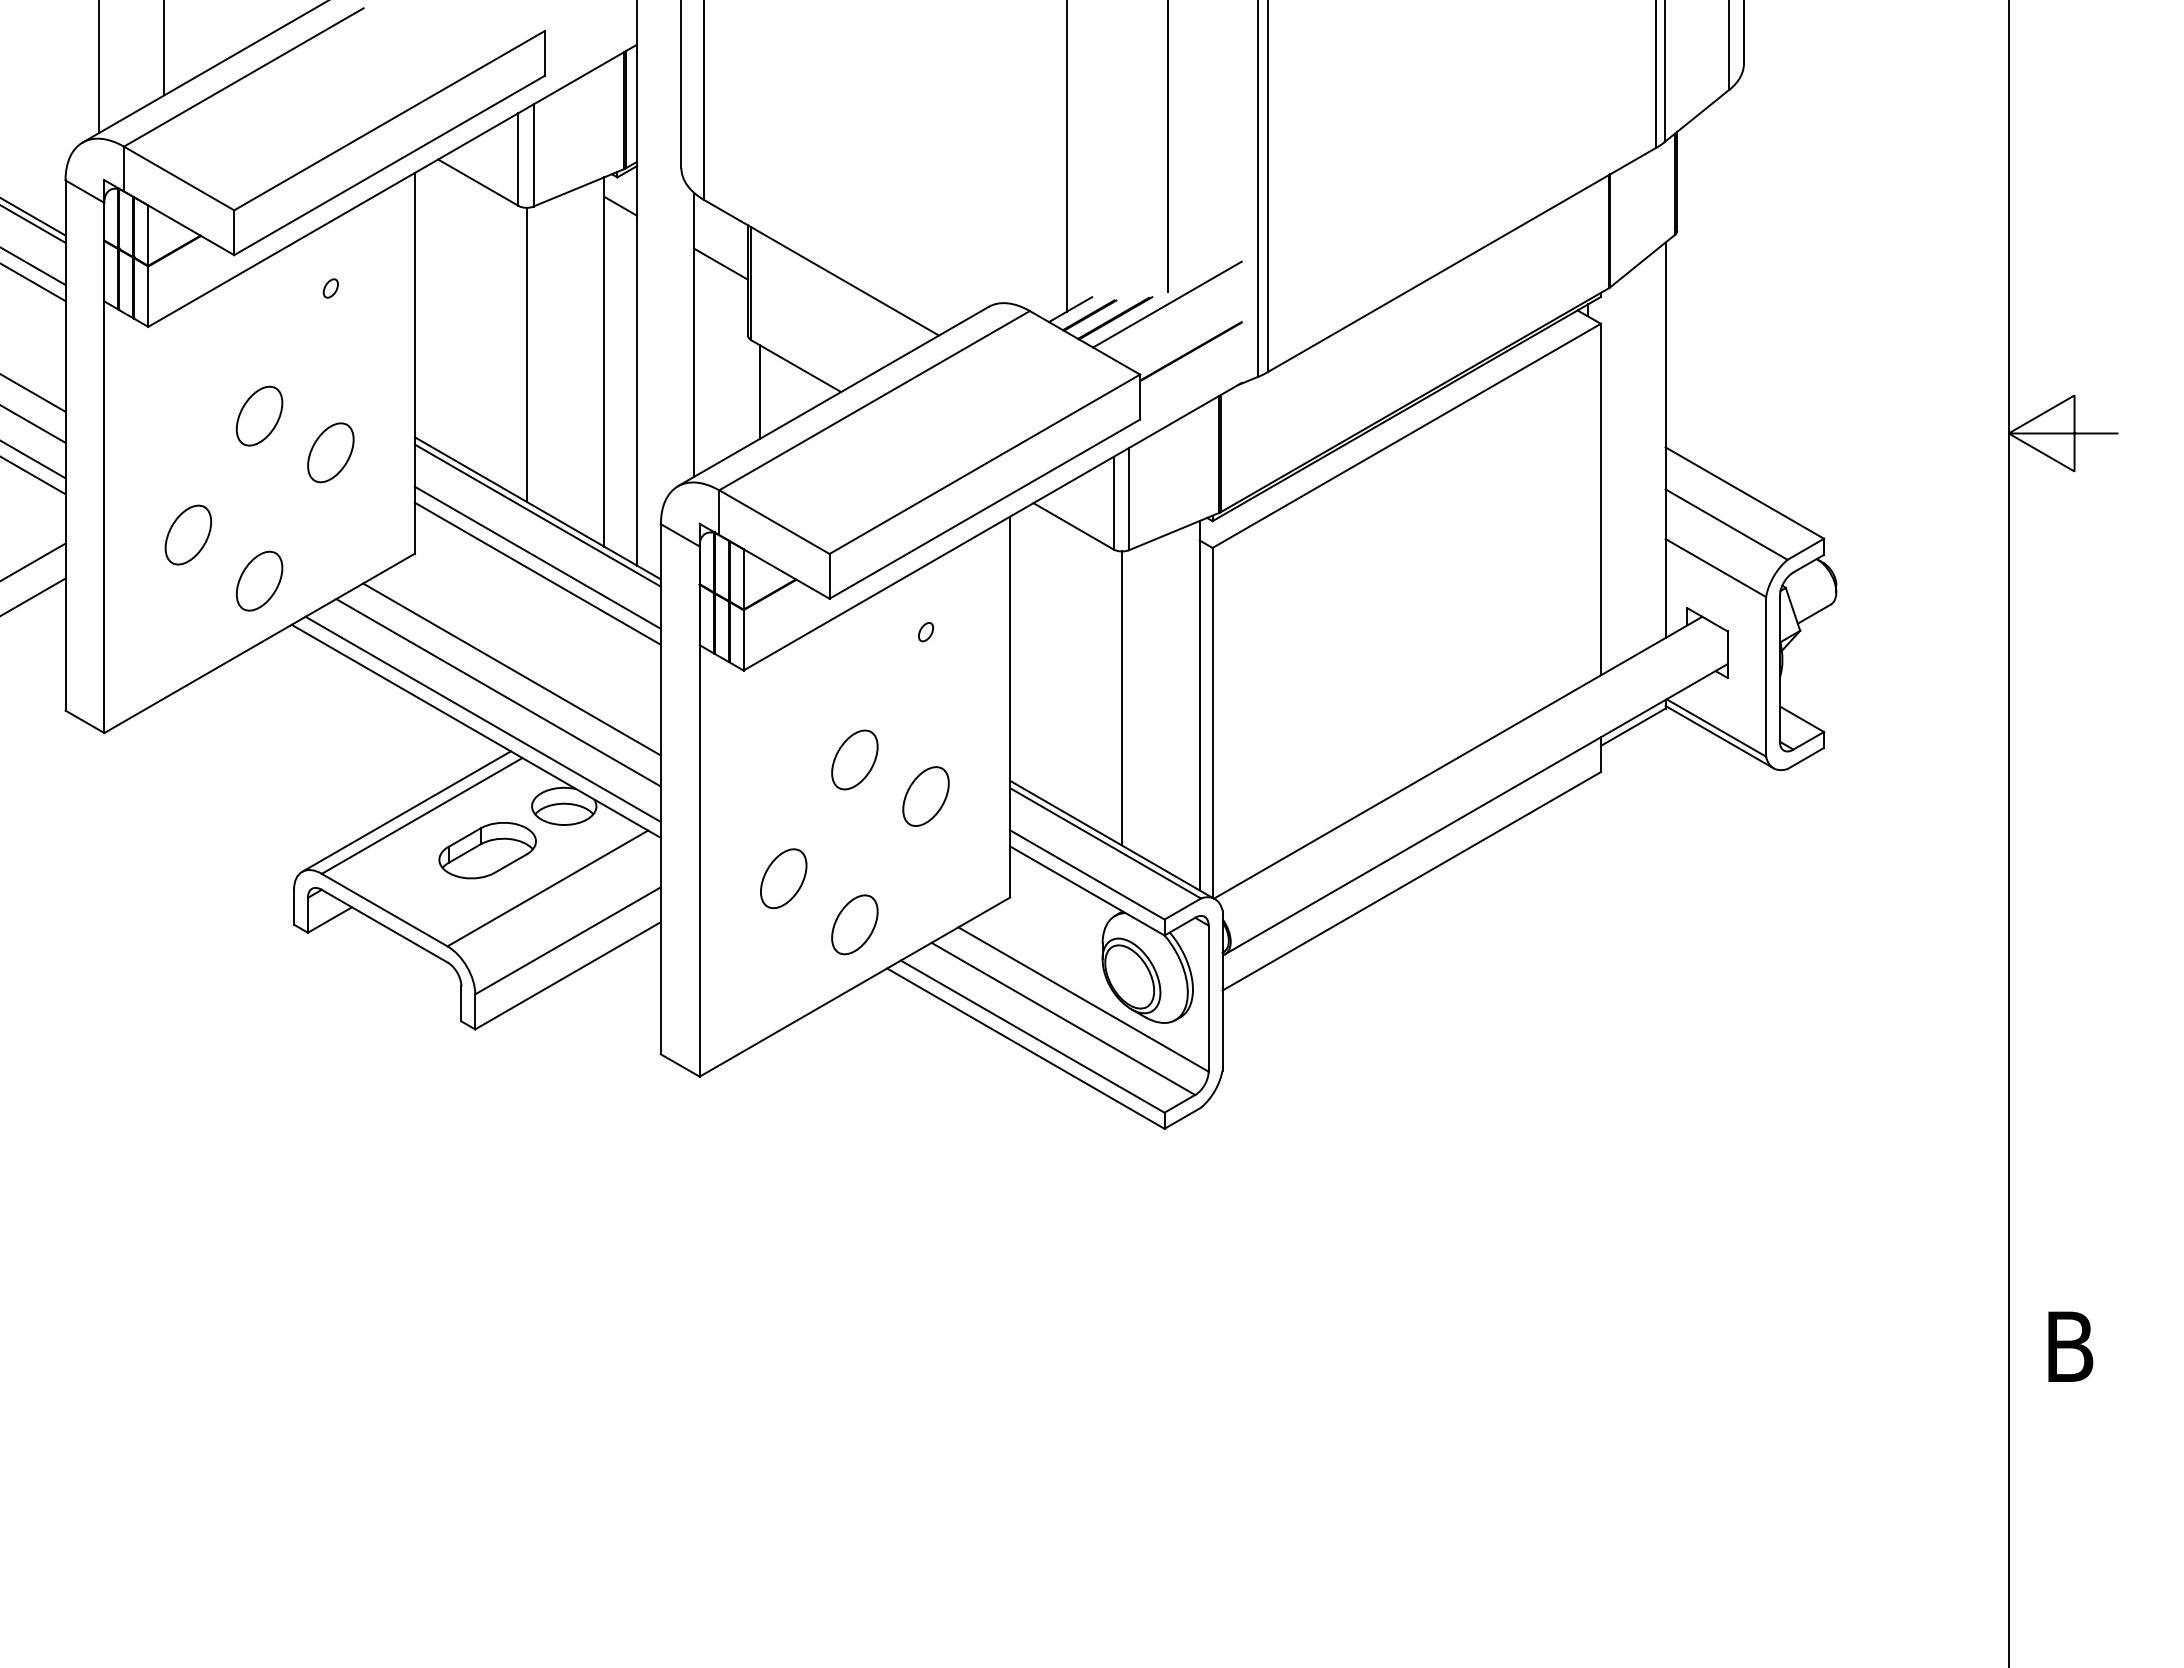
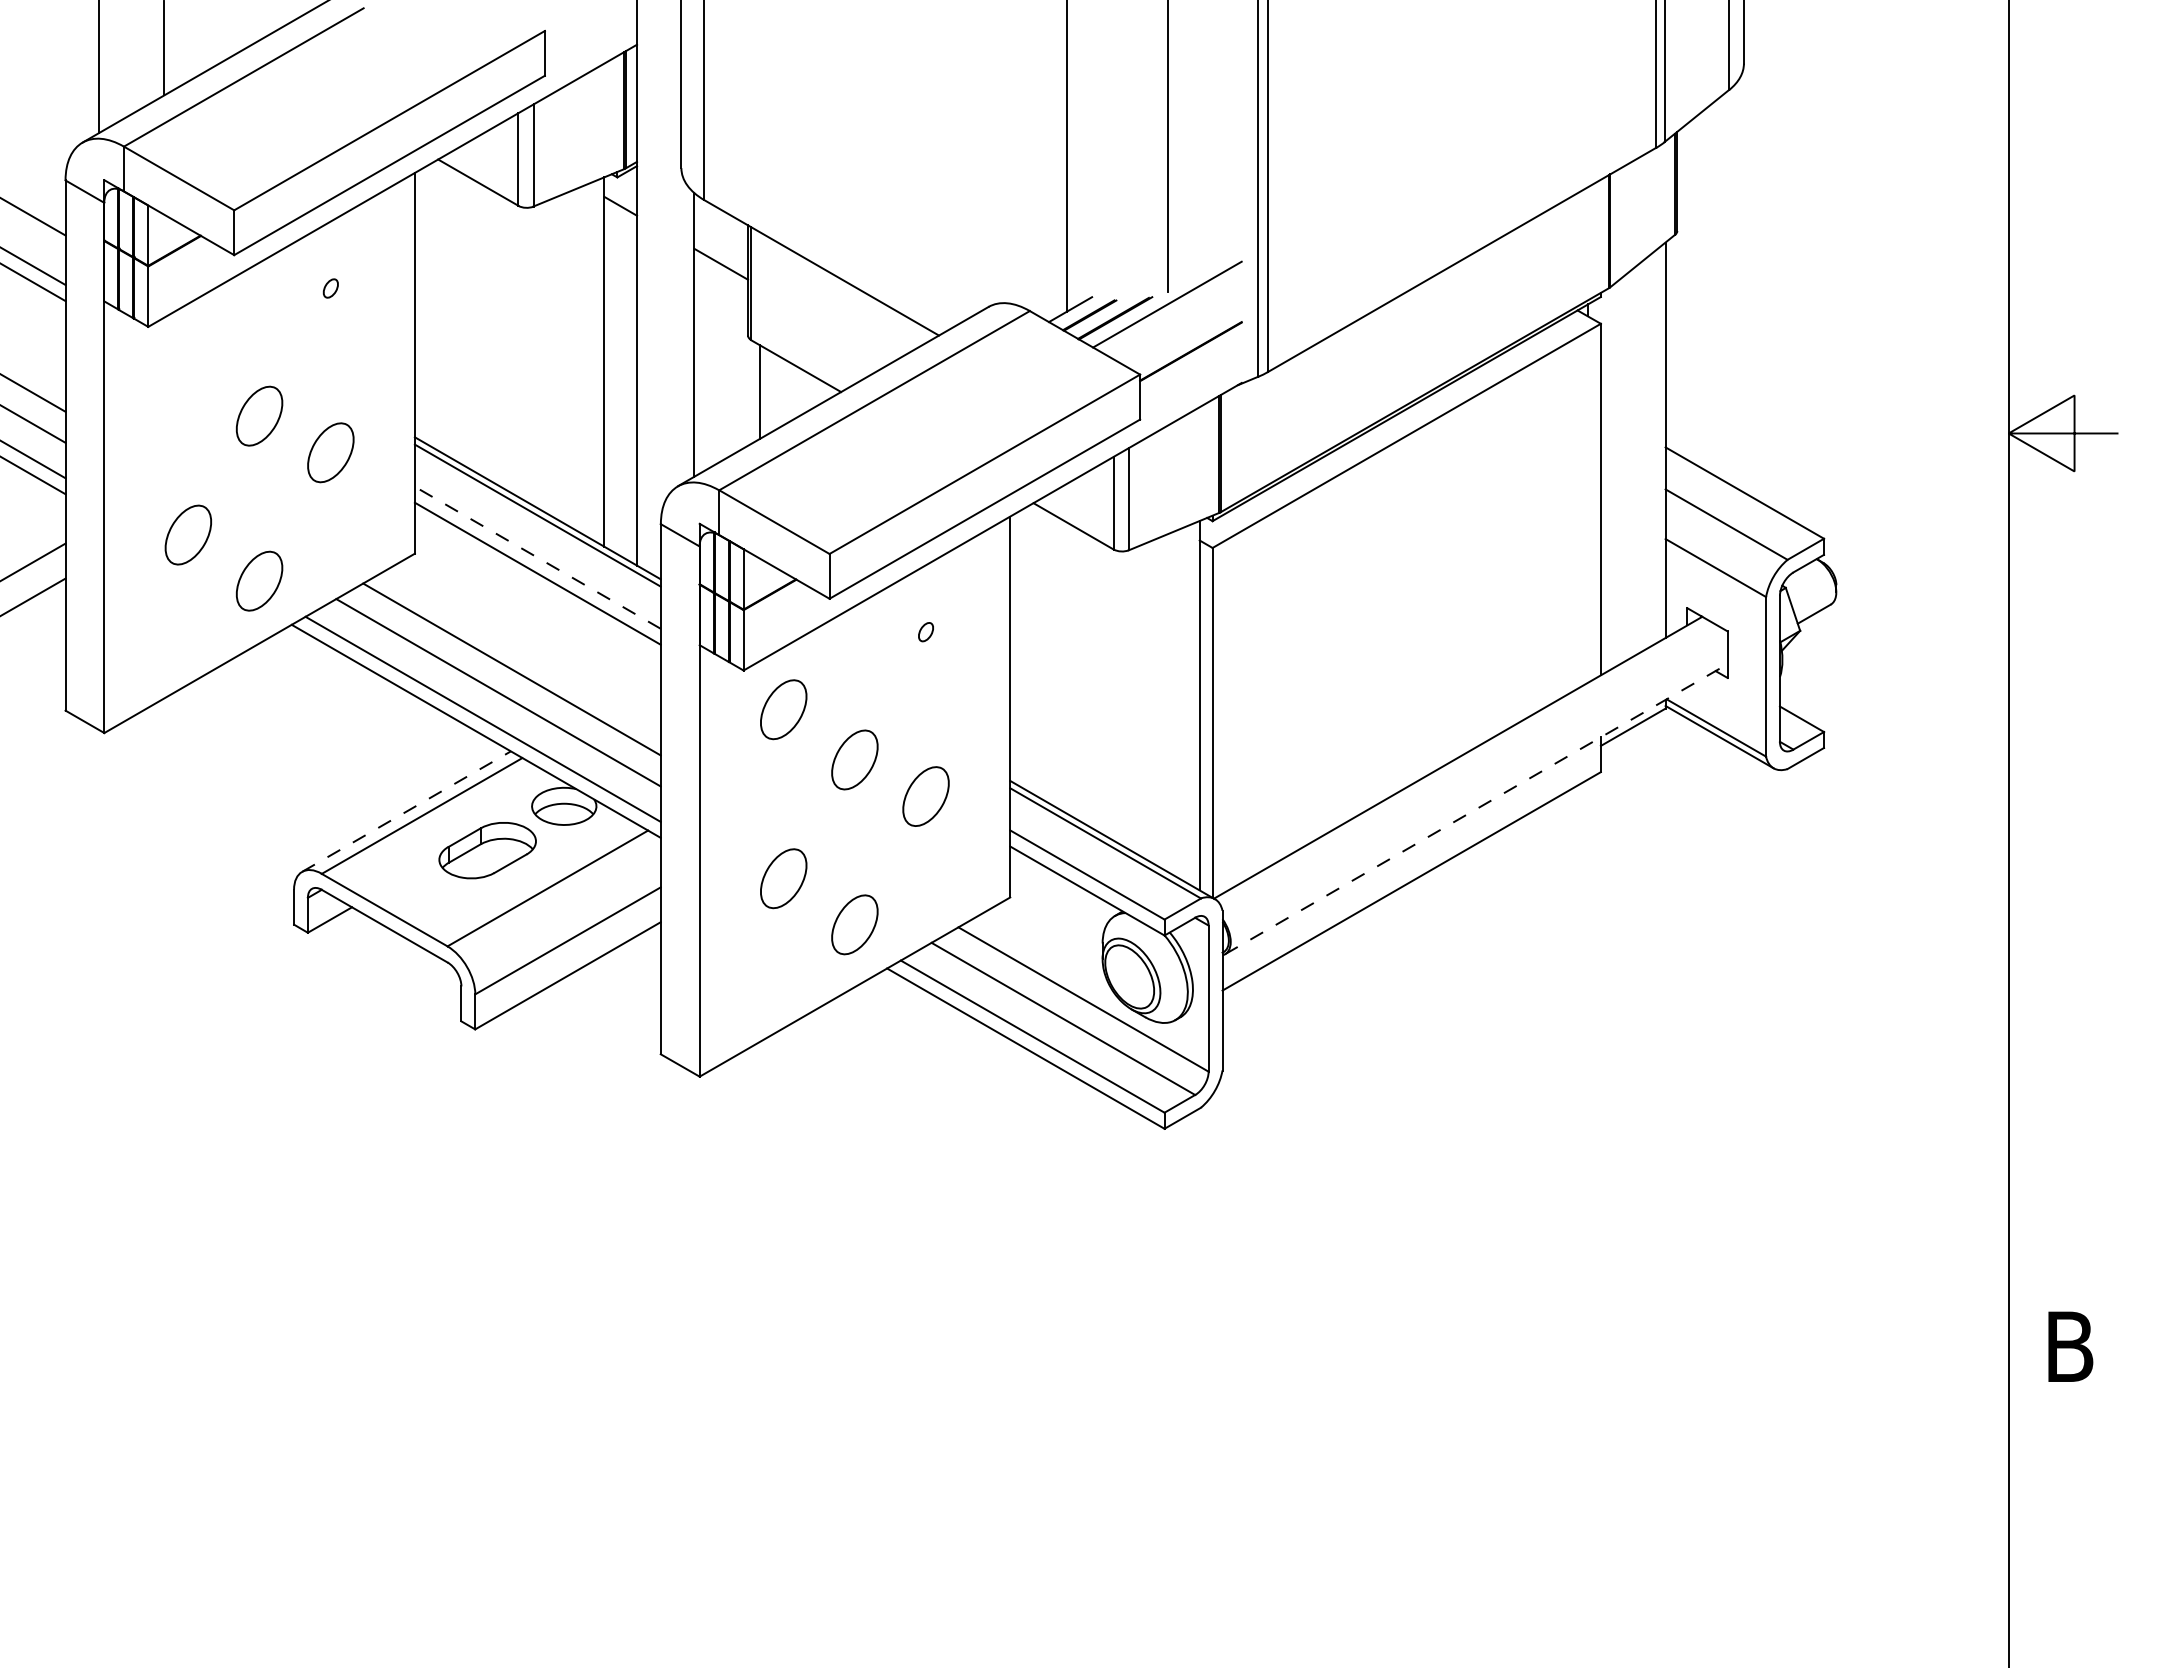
line at (33, 224): present -> none
line at (526, 354): present -> none
line at (537, 557): solid -> dashed
line at (1122, 698): present -> none
part at (783, 709): none -> present
line at (1476, 808): solid -> dashed
line at (406, 811): solid -> dashed
